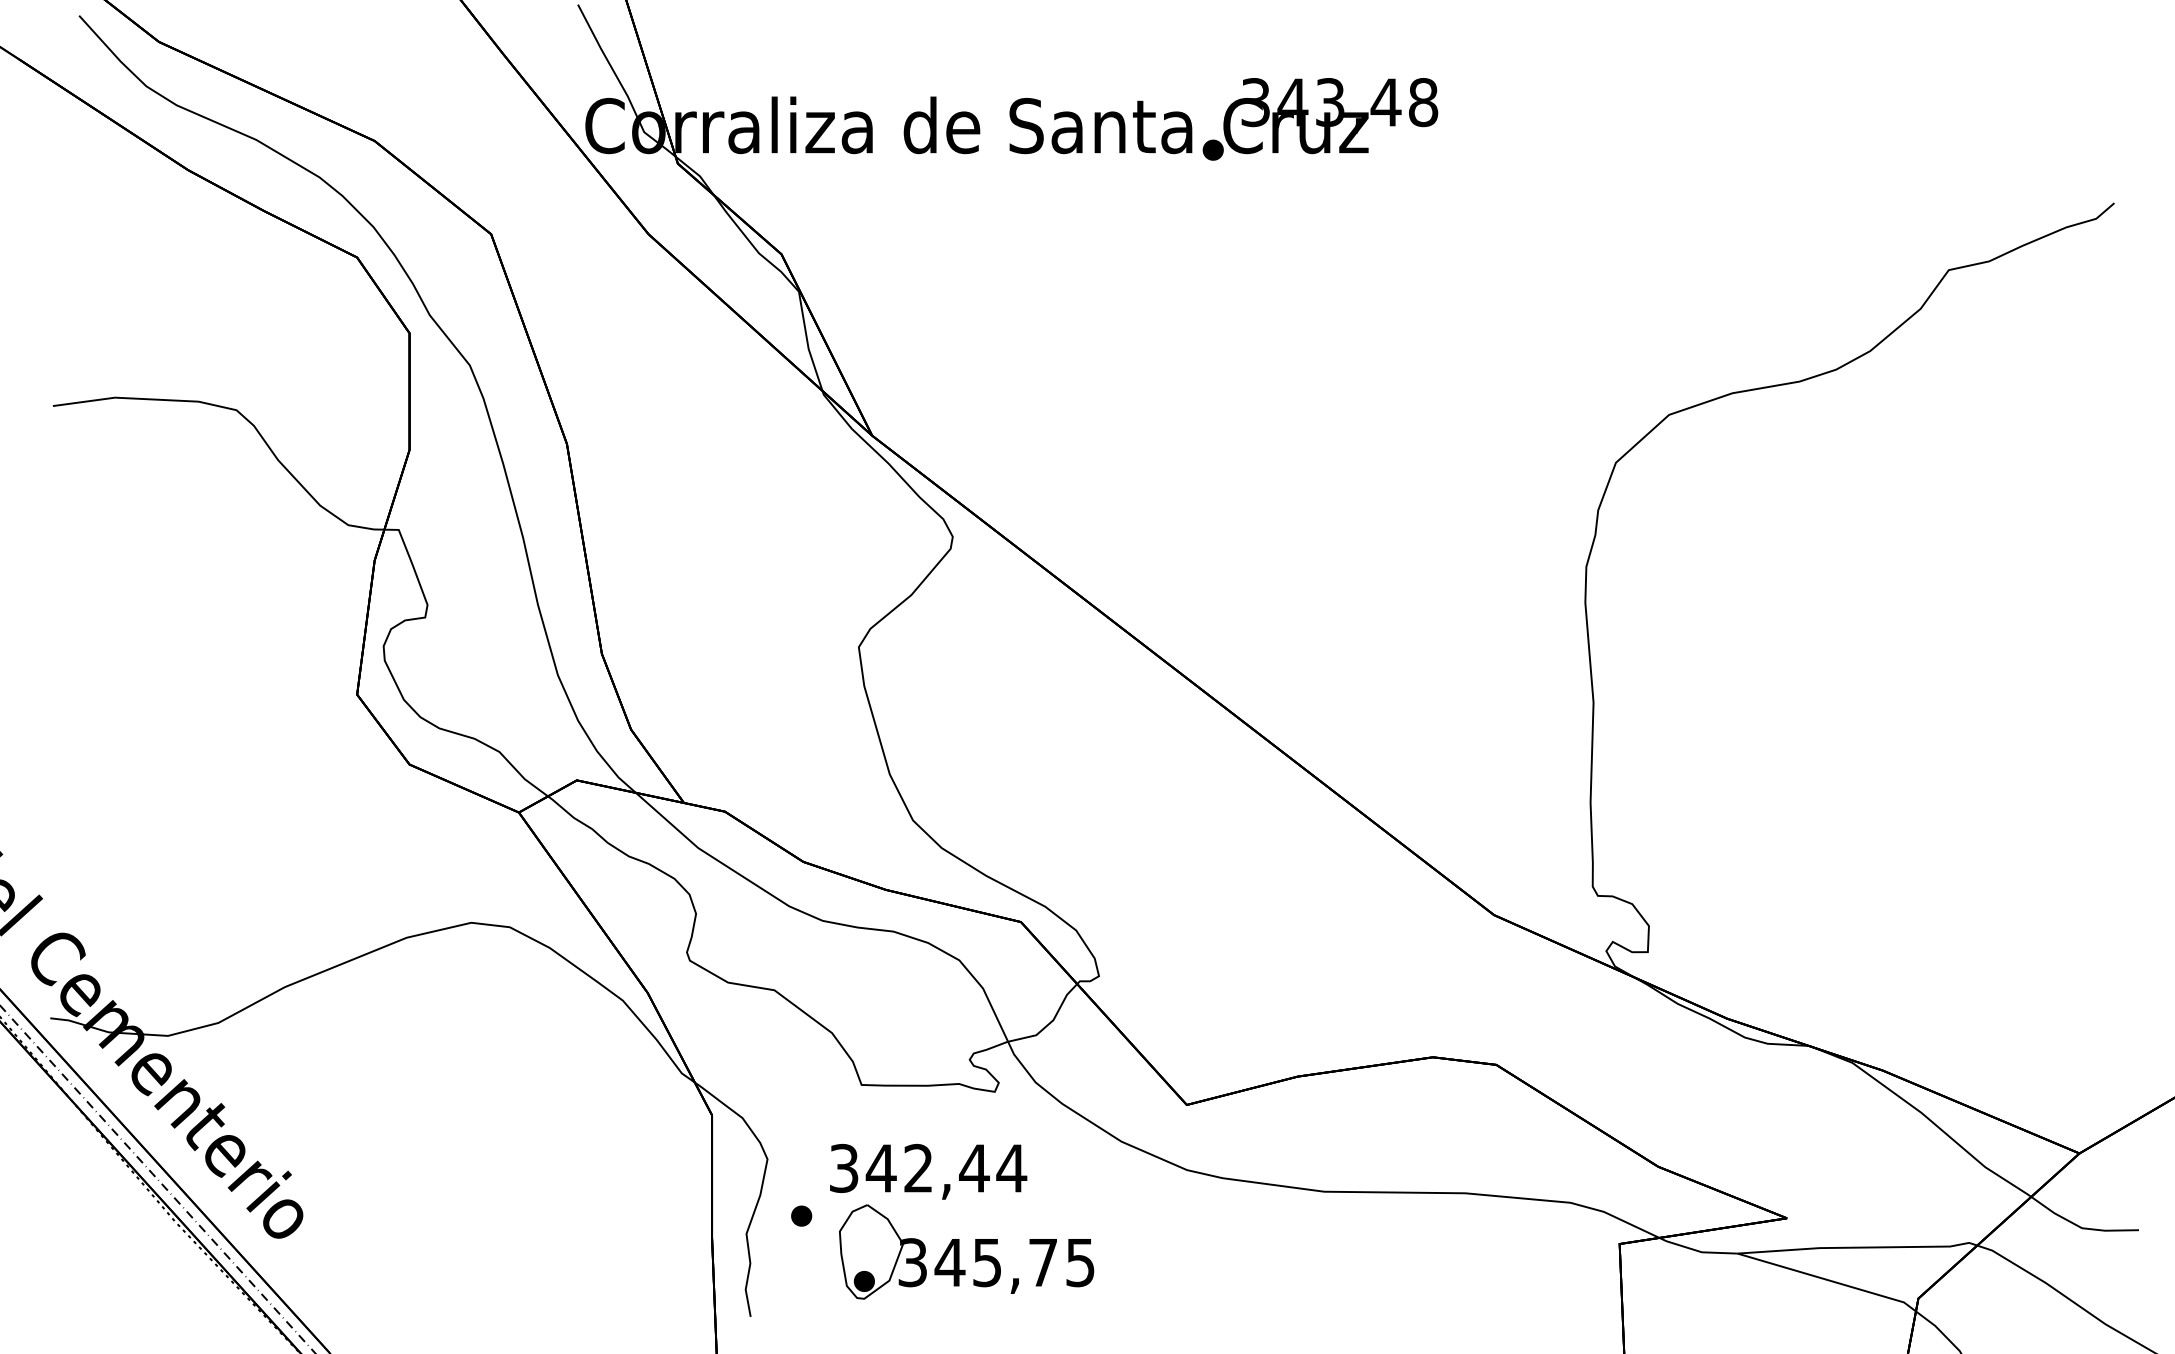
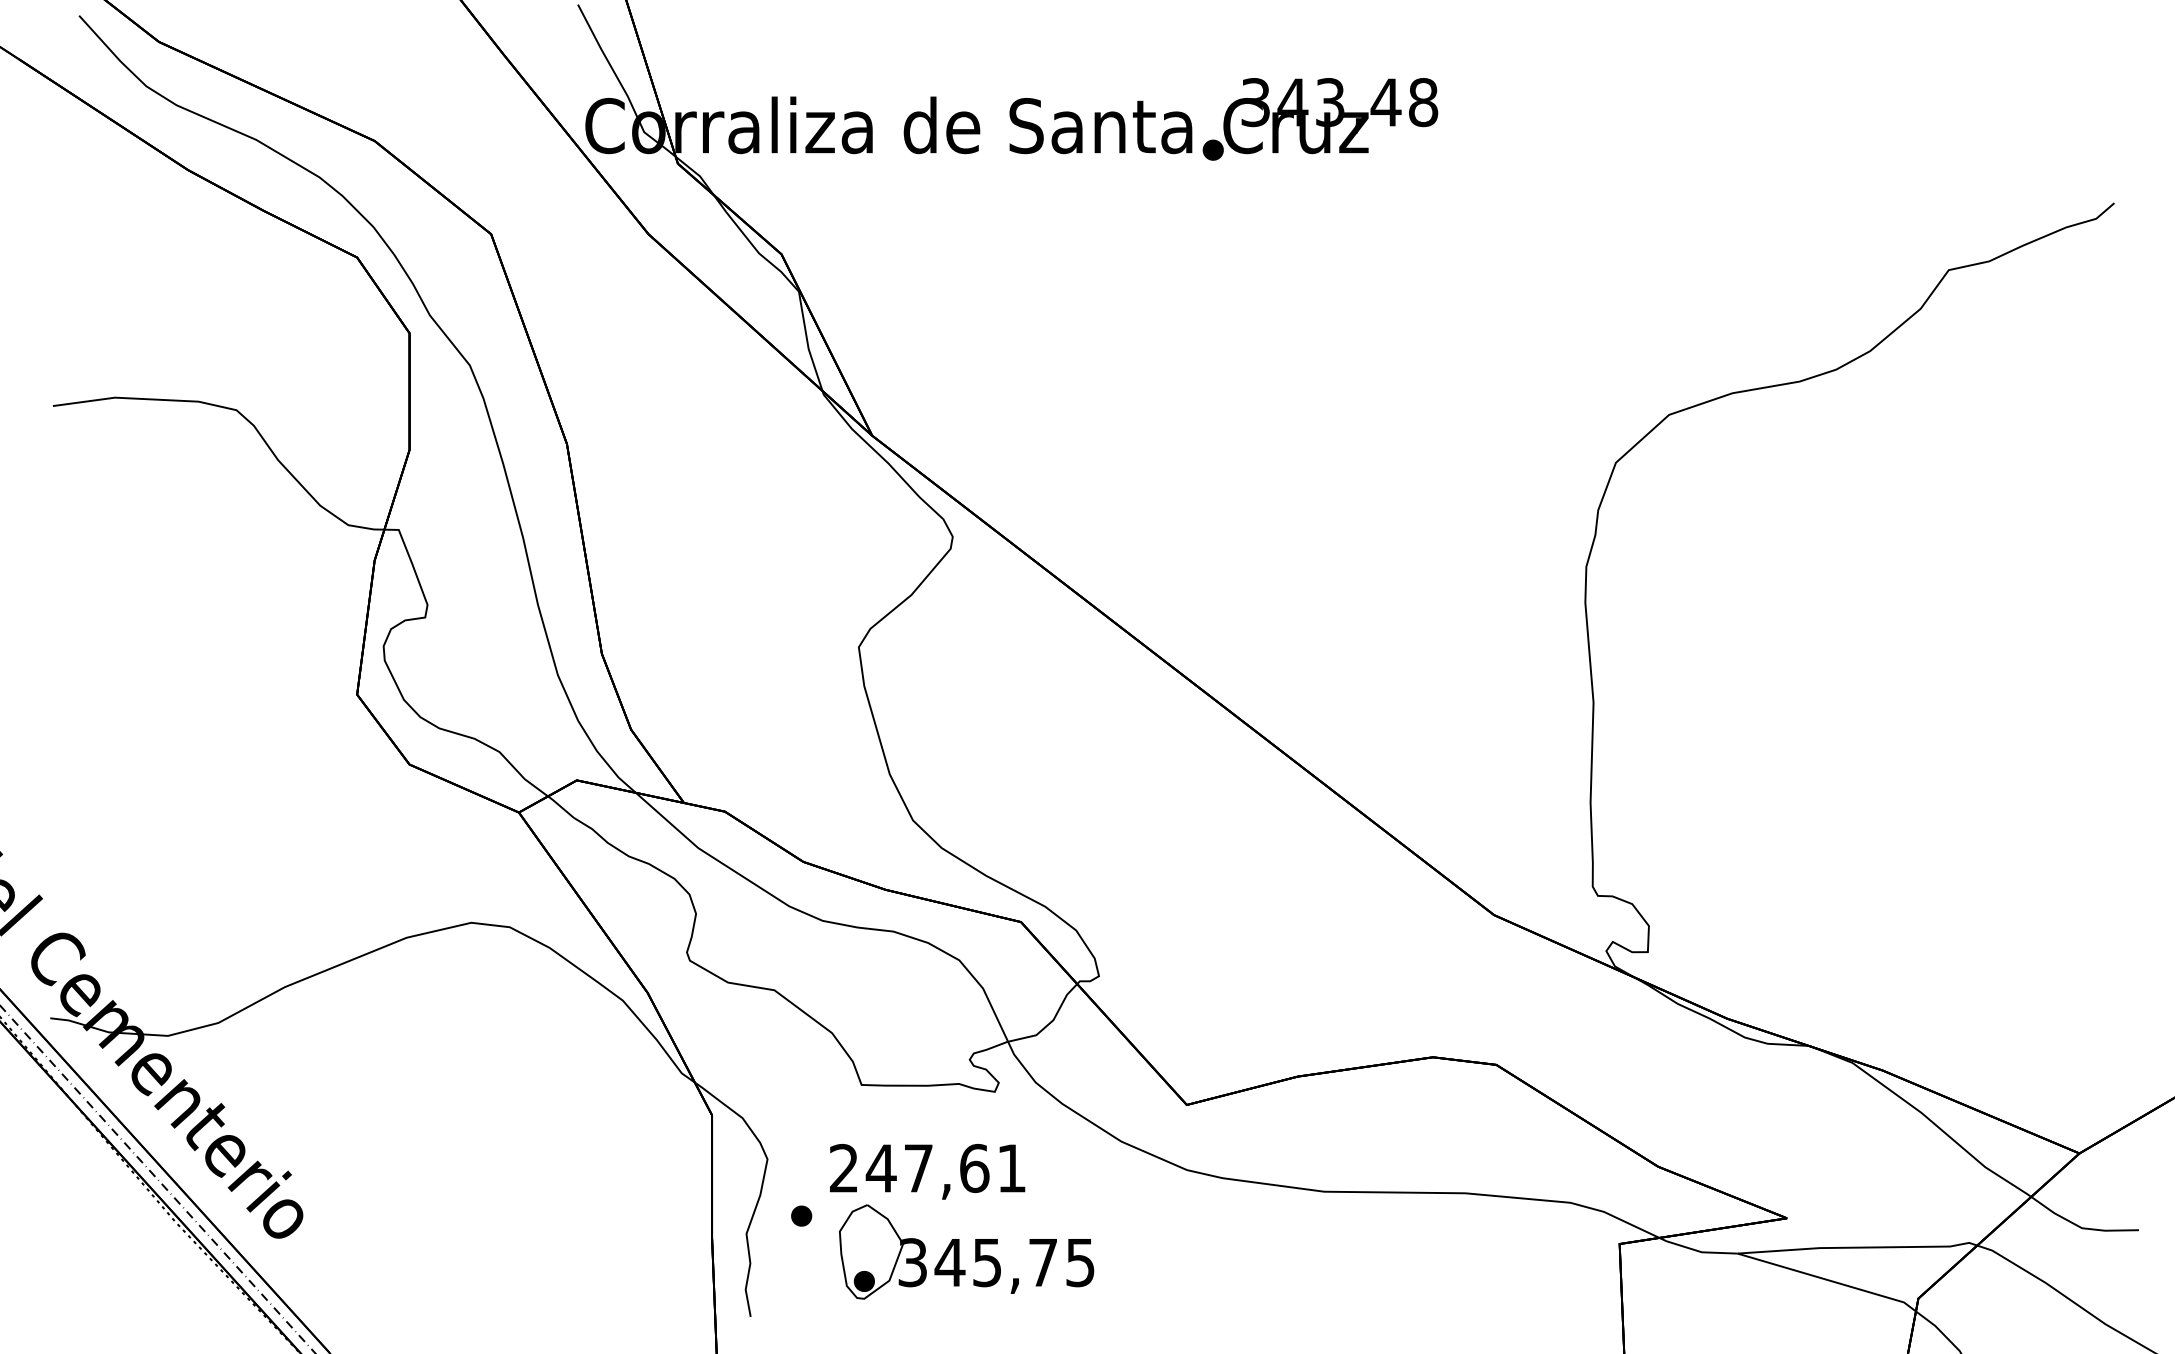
text at (928, 1168): 342,44 -> 247,61
